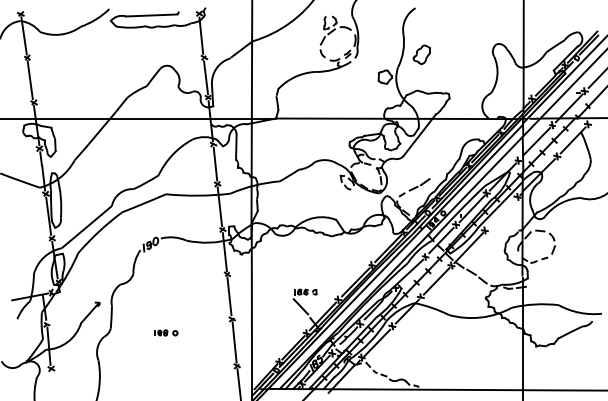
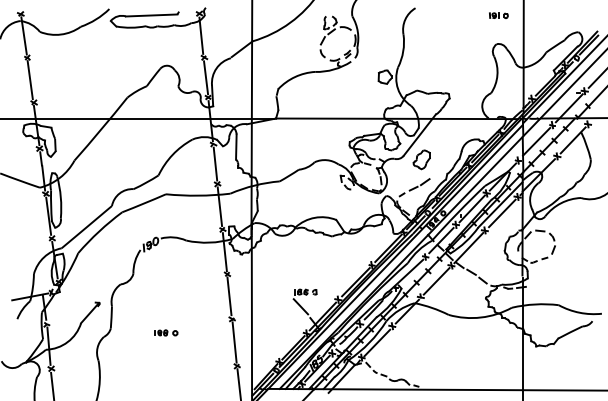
part at (498, 15): none -> present
part at (421, 54) position: (421, 54) -> (421, 159)
line at (502, 213): none -> present
line at (52, 384): none -> present
